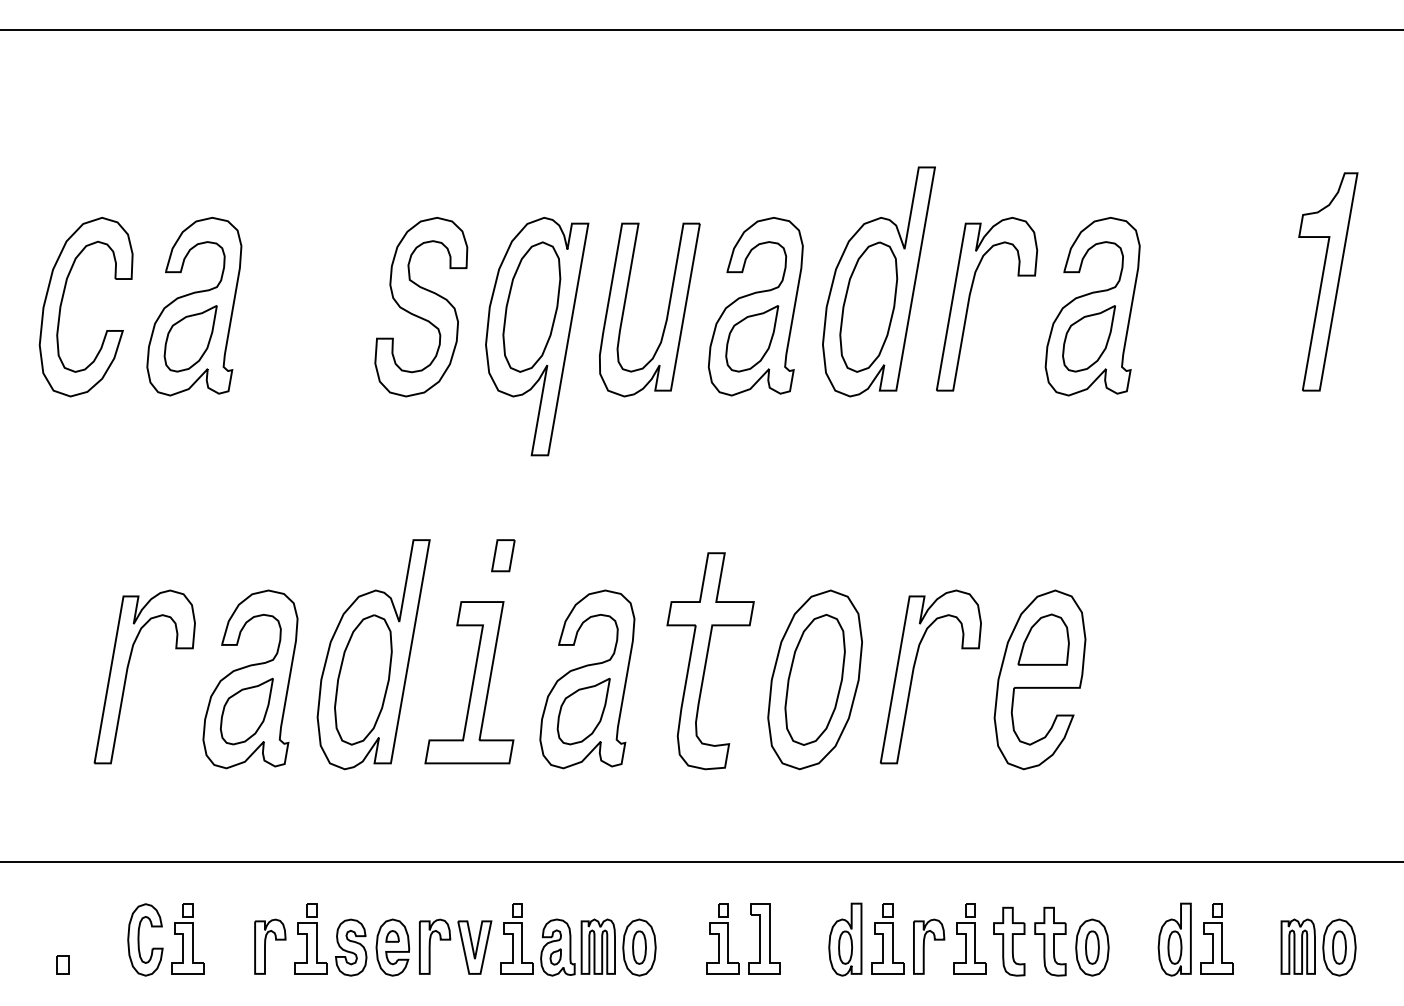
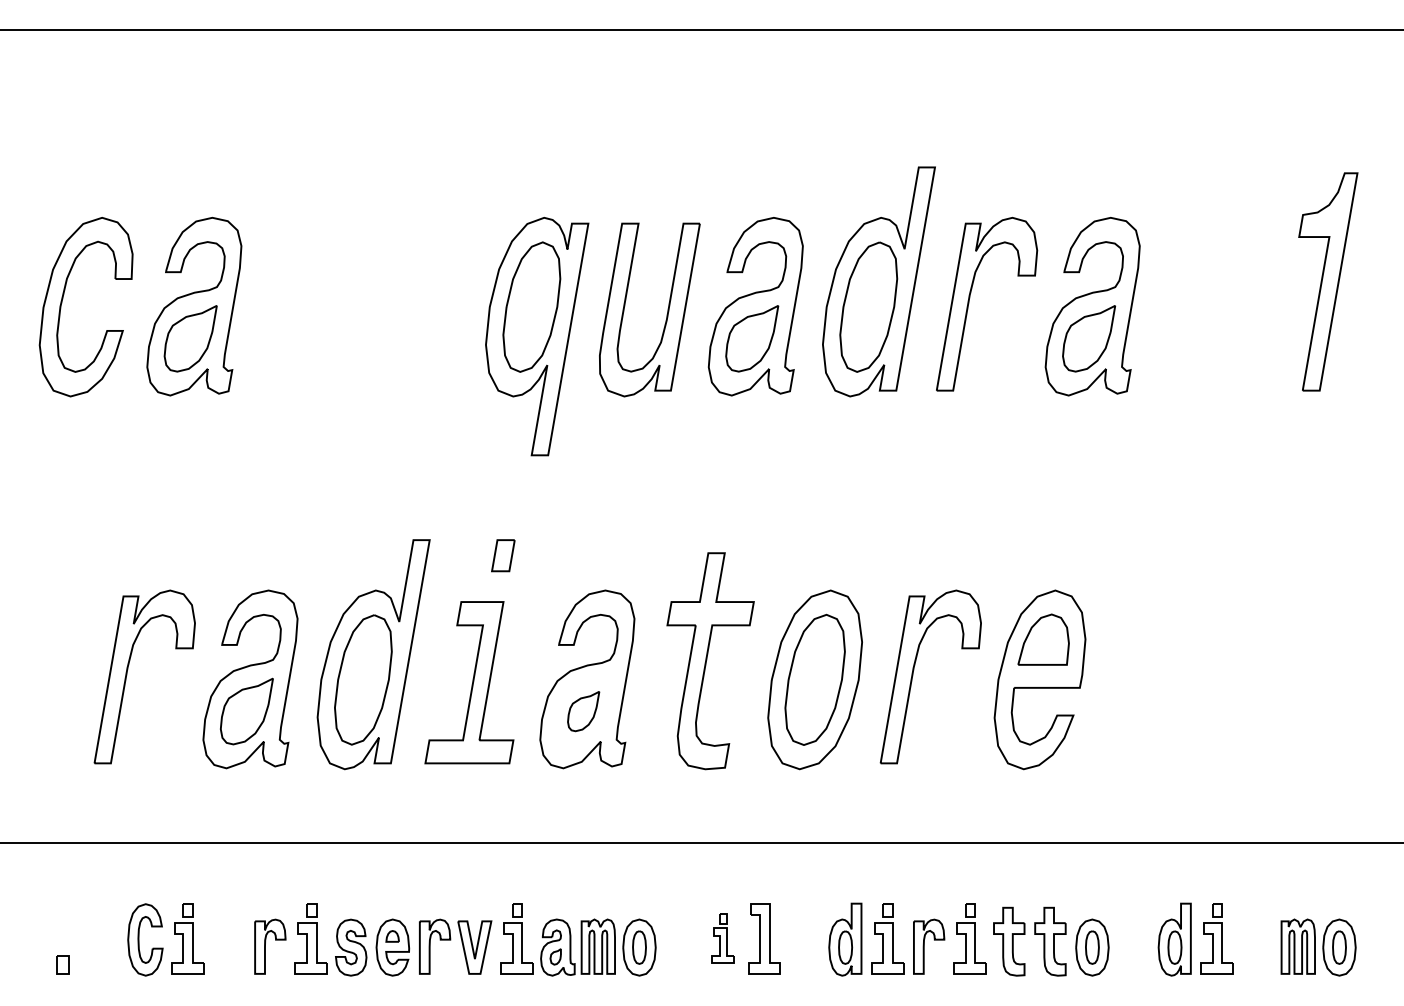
part at (421, 307): present -> none
part at (583, 711) size: 55x69 px -> 34x42 px
line at (701, 862) position: (701, 862) -> (701, 843)
part at (722, 938) size: 34x72 px -> 24x51 px
